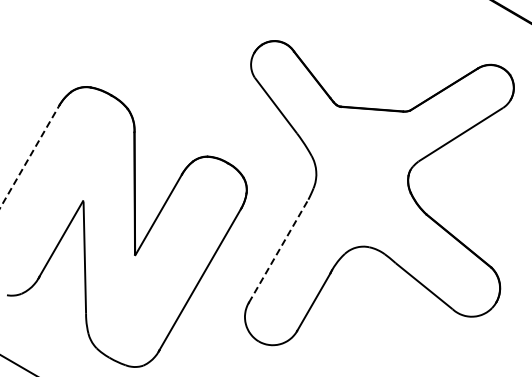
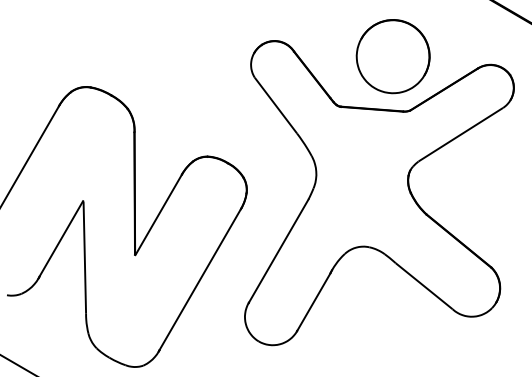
part at (392, 56): none -> present
line at (29, 157): dashed -> solid
line at (278, 251): dashed -> solid
